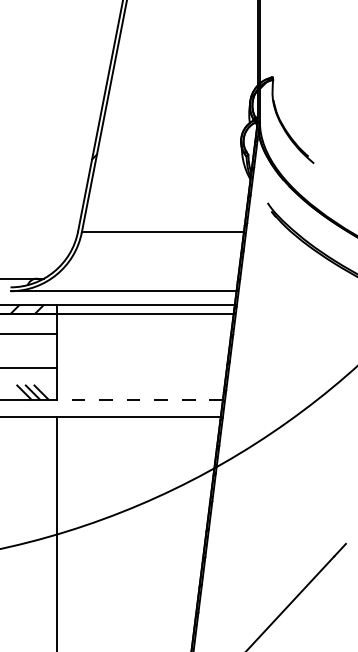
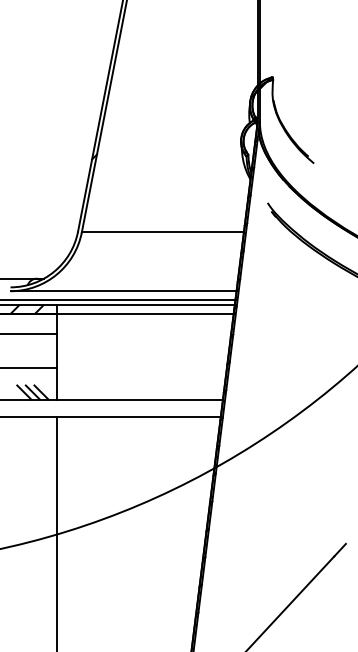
line at (118, 299): none -> present
line at (139, 399): dashed -> solid
